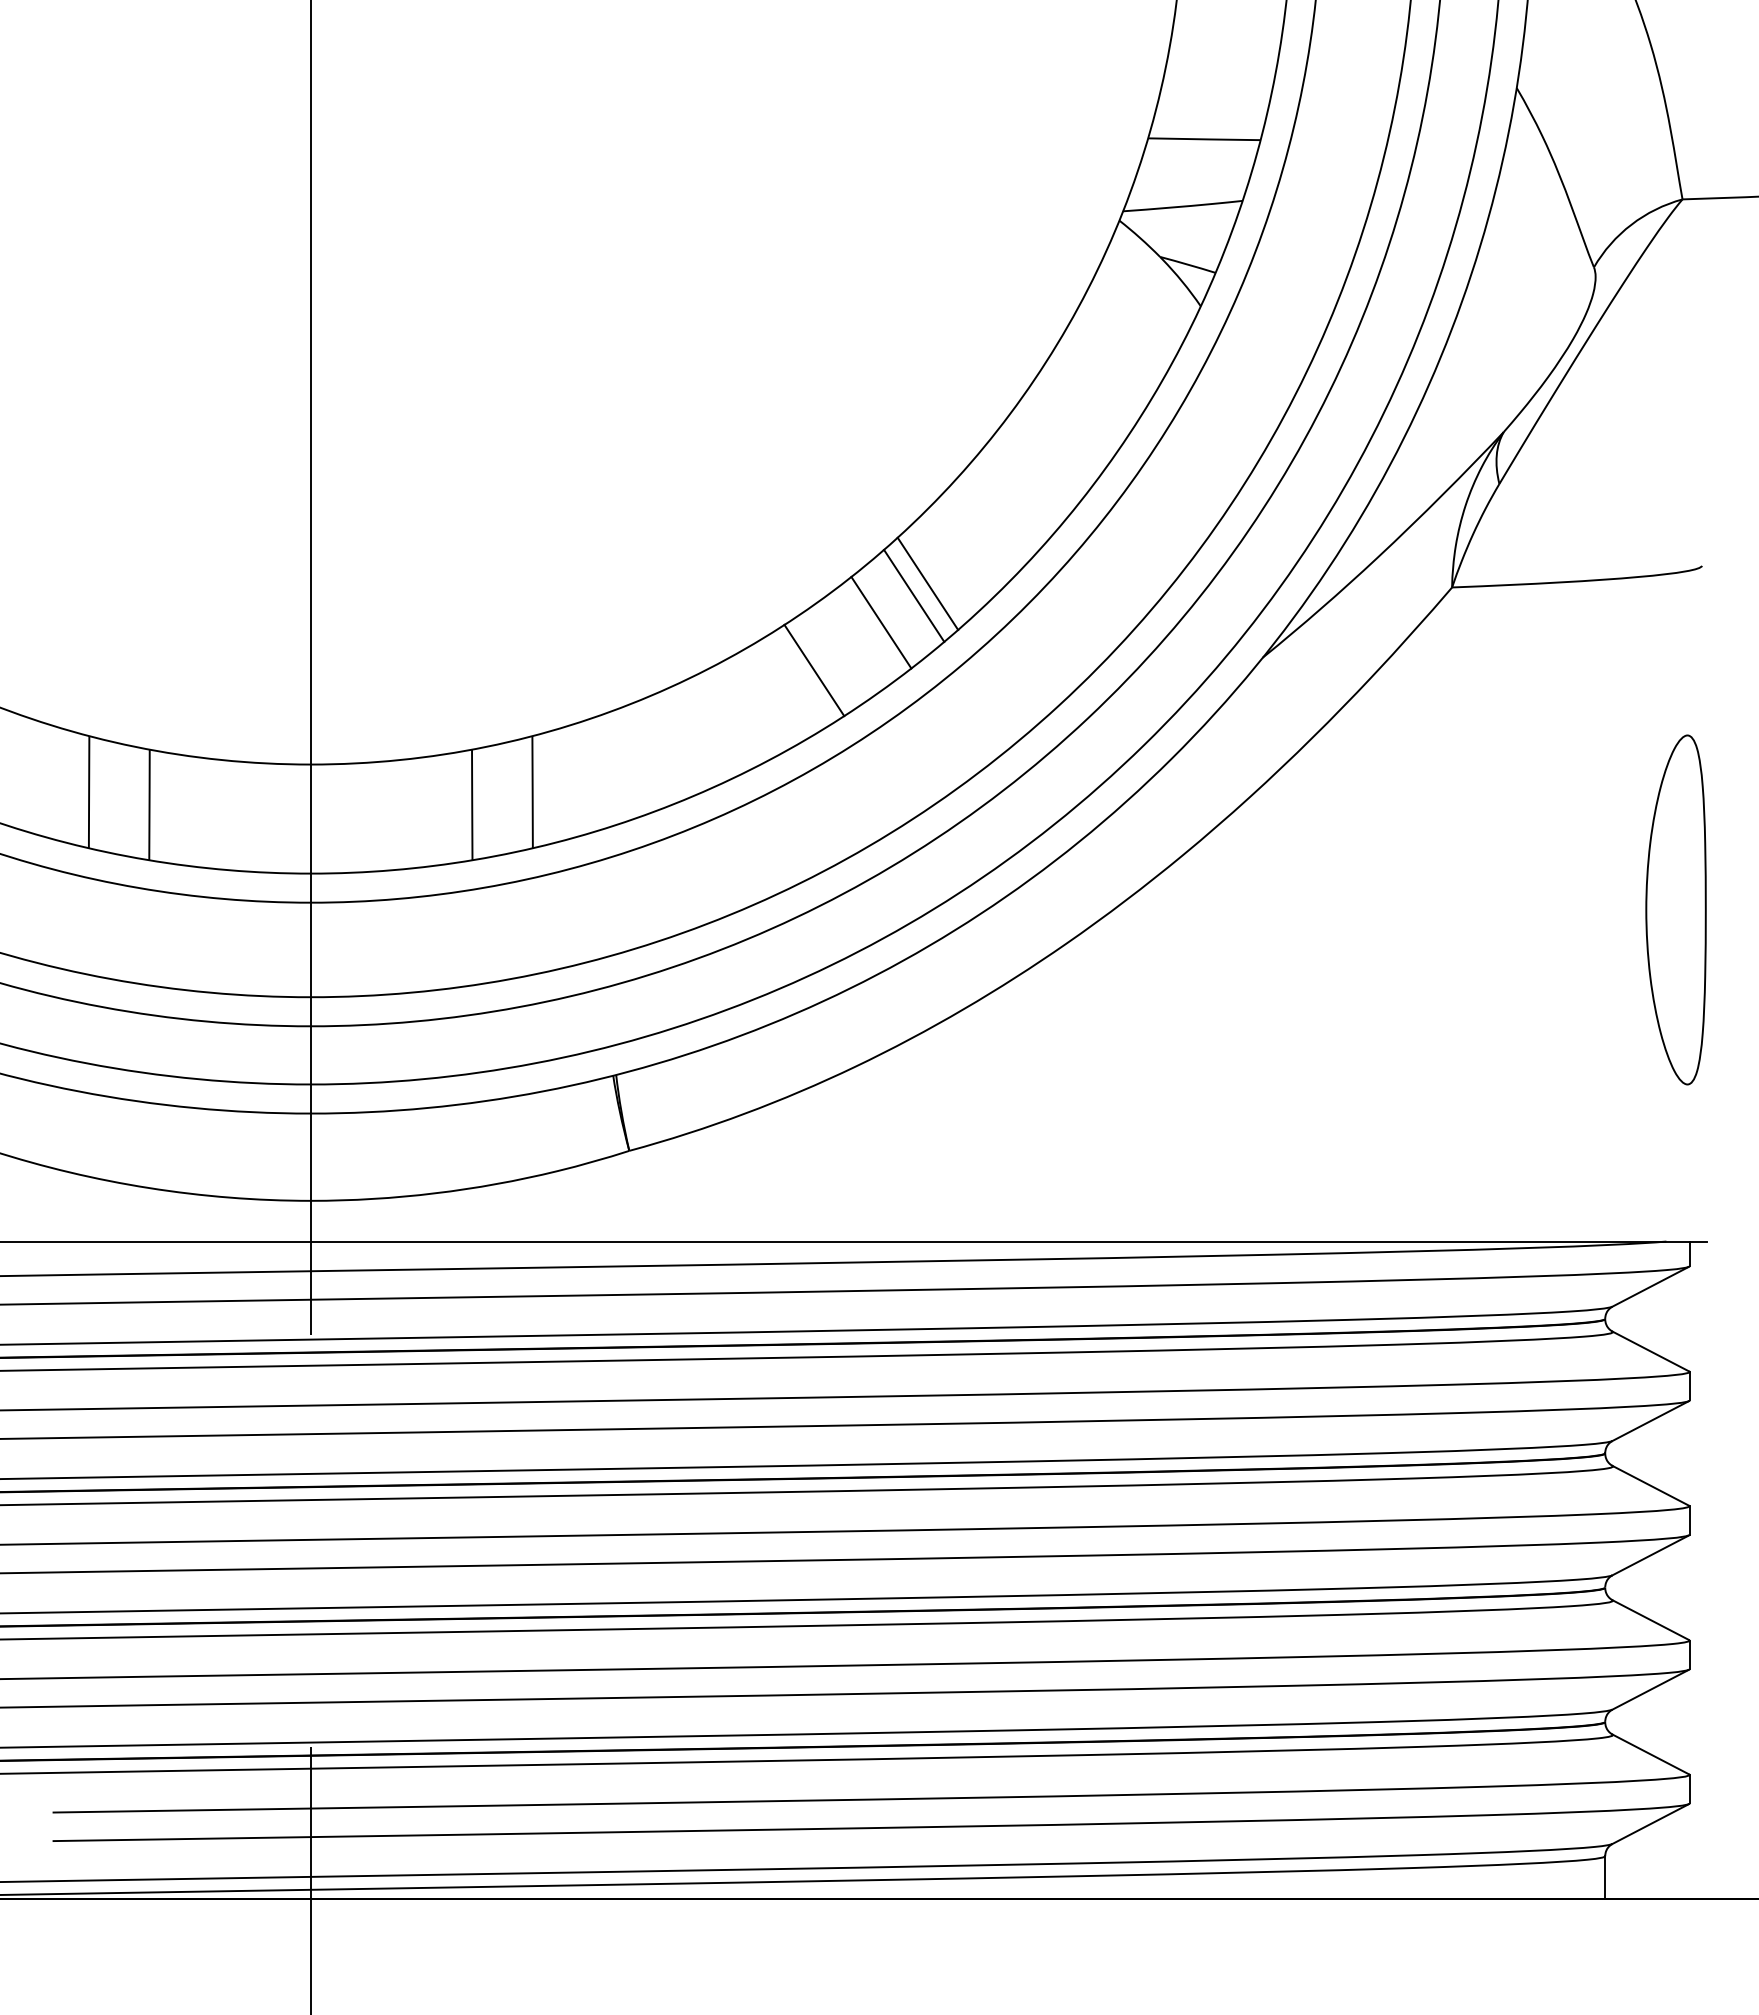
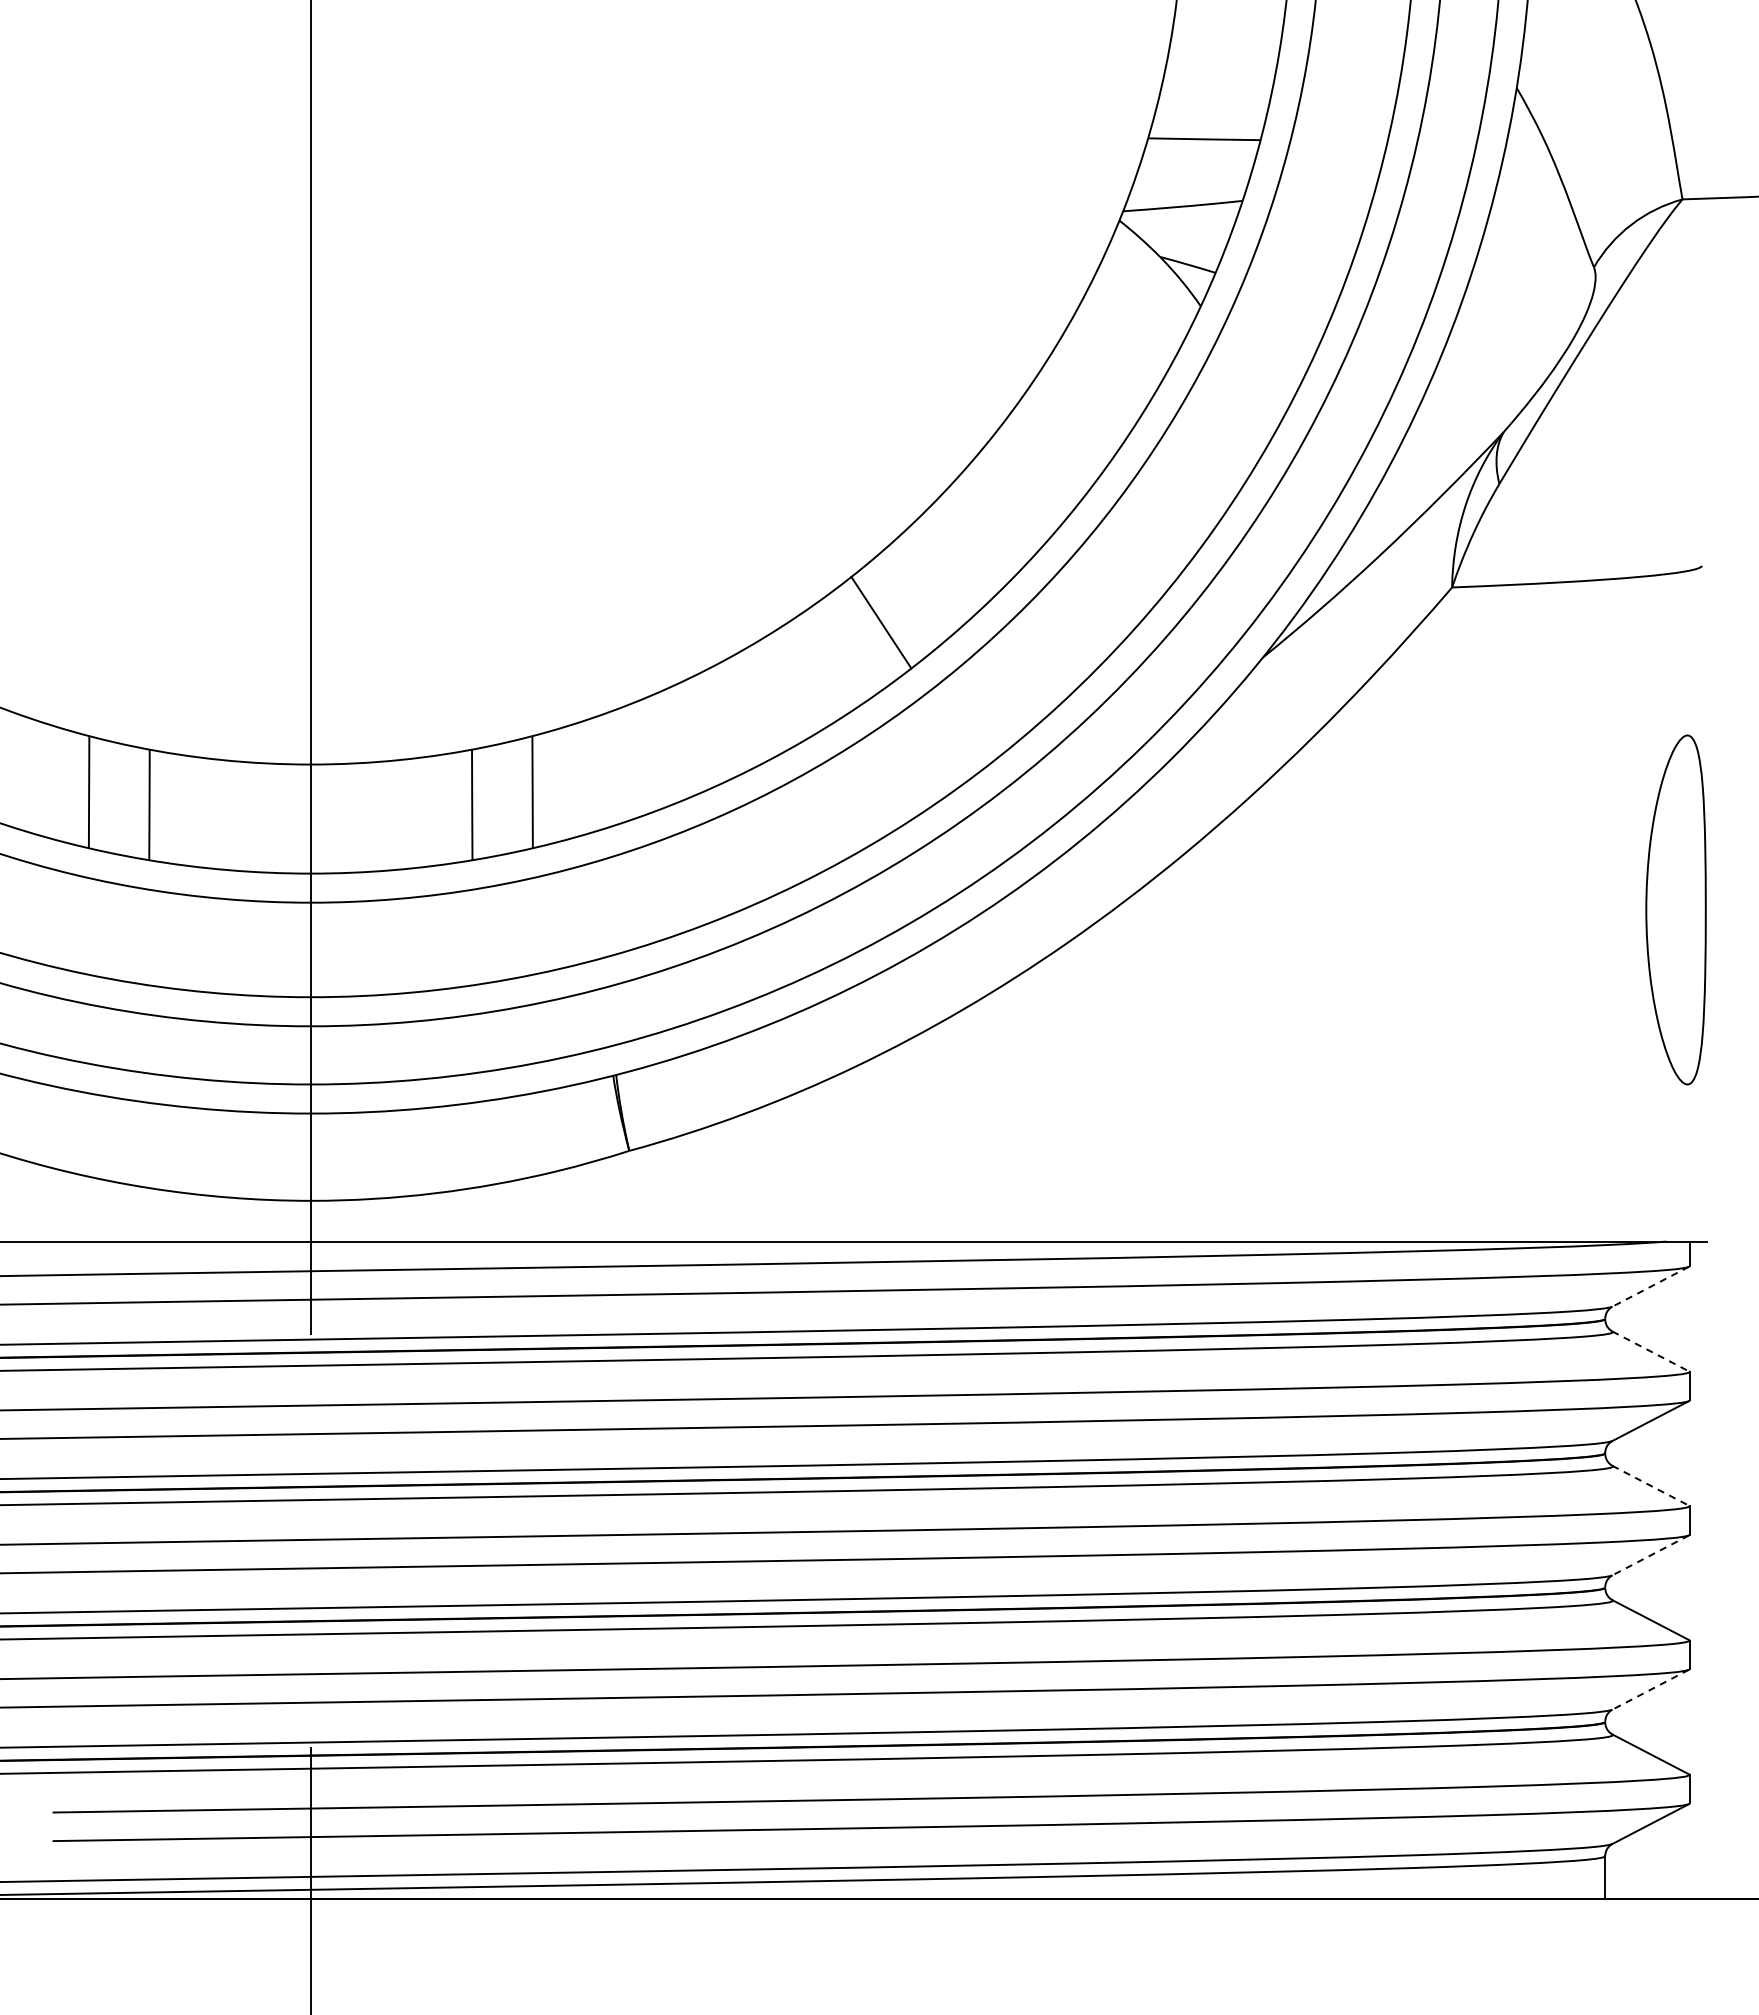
line at (927, 583): present -> none
line at (914, 595): present -> none
line at (814, 670): present -> none
line at (1650, 1287): solid -> dashed
line at (1651, 1351): solid -> dashed
line at (1651, 1485): solid -> dashed
line at (1650, 1555): solid -> dashed
line at (1650, 1689): solid -> dashed
